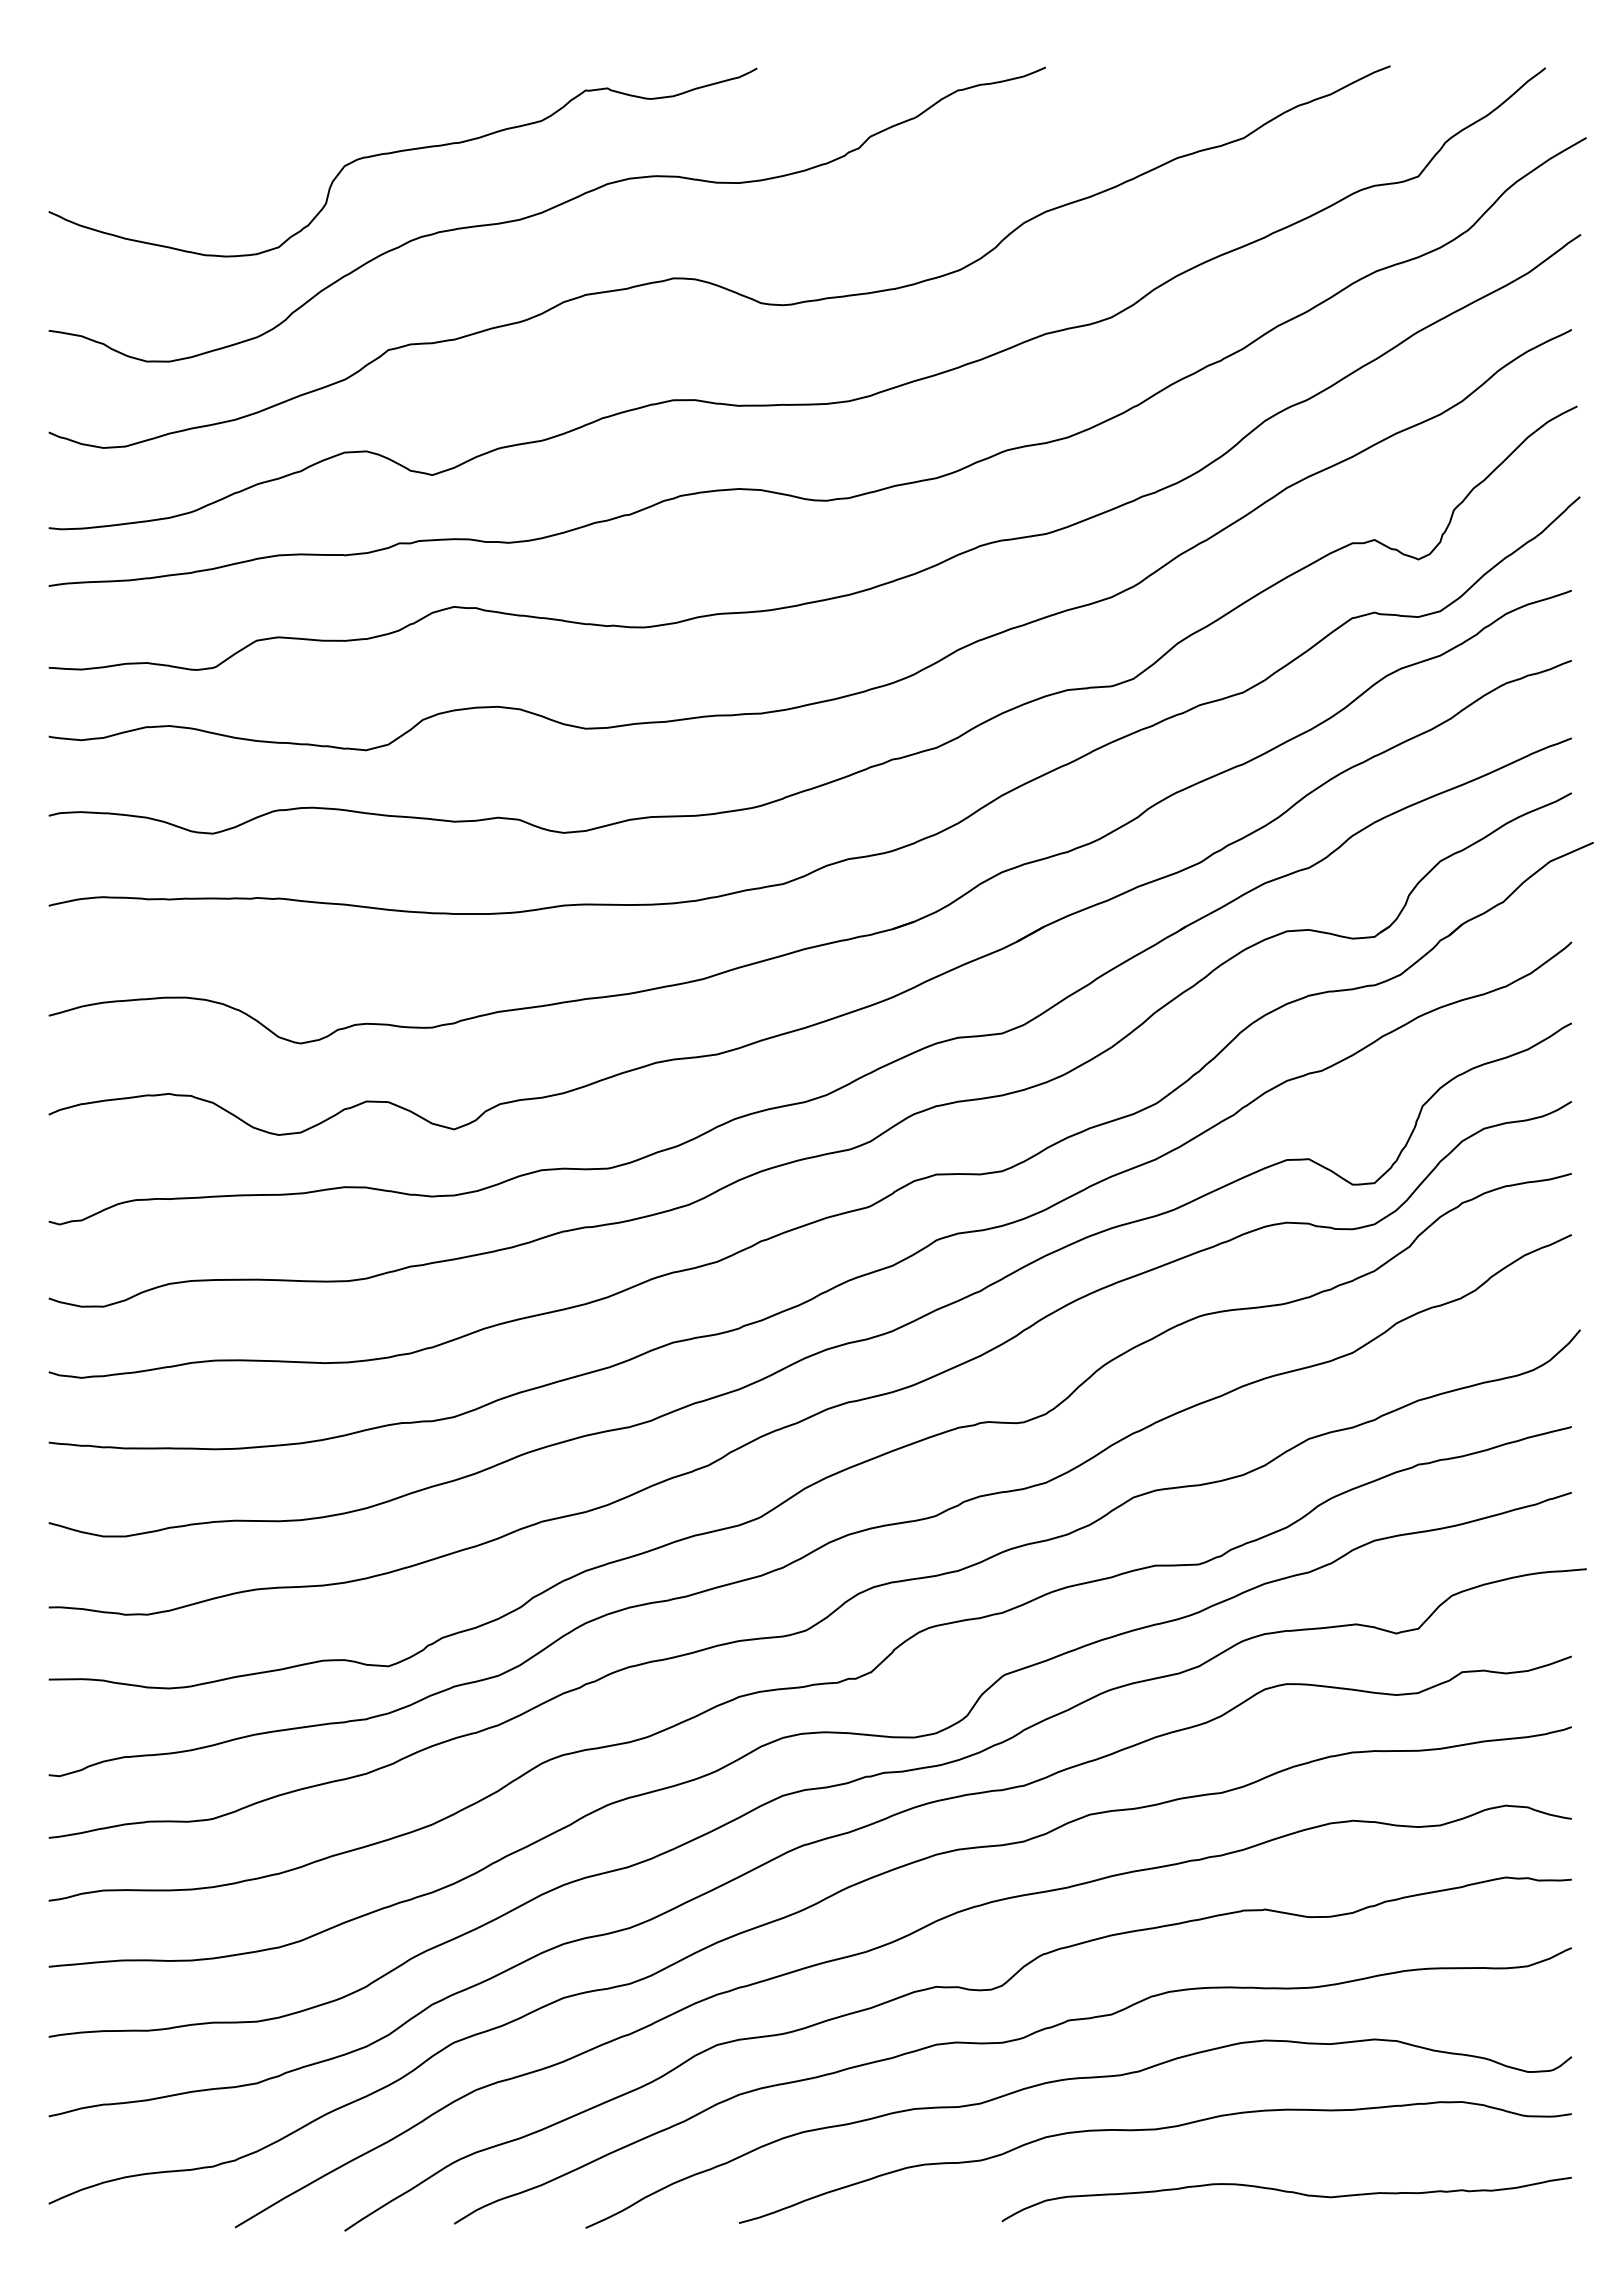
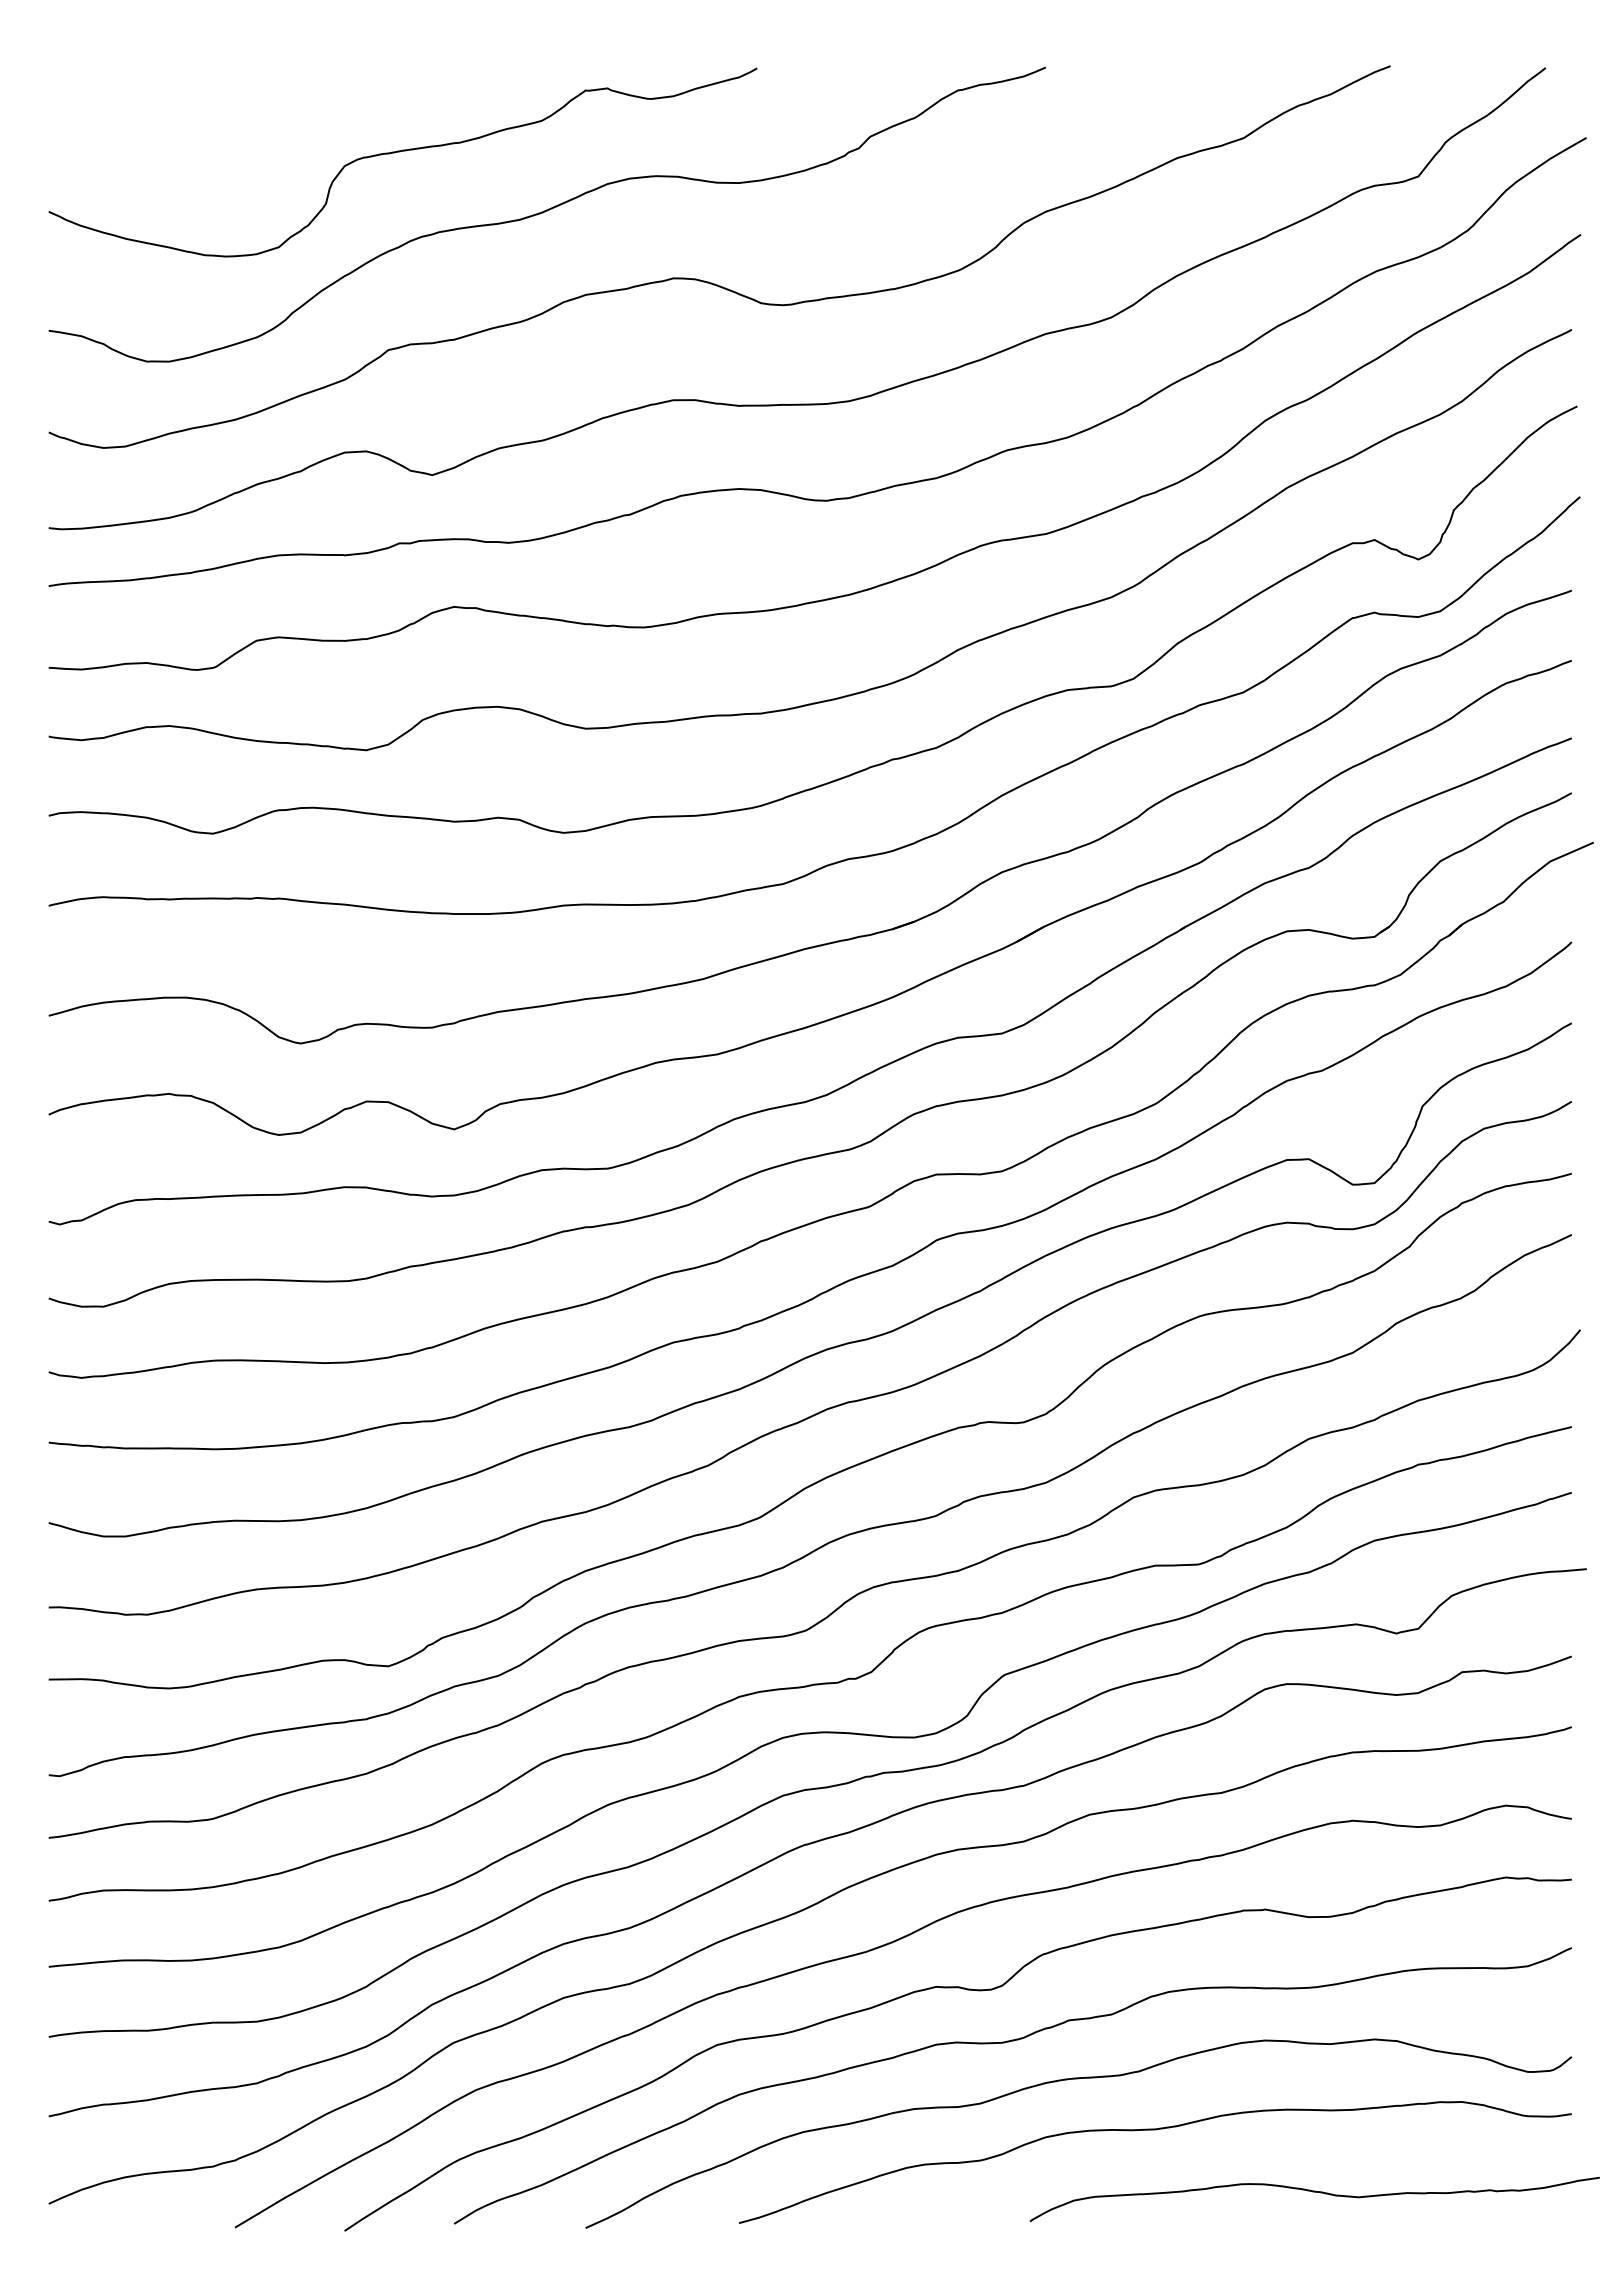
curve at (1286, 2192) position: (1286, 2192) -> (1314, 2192)
